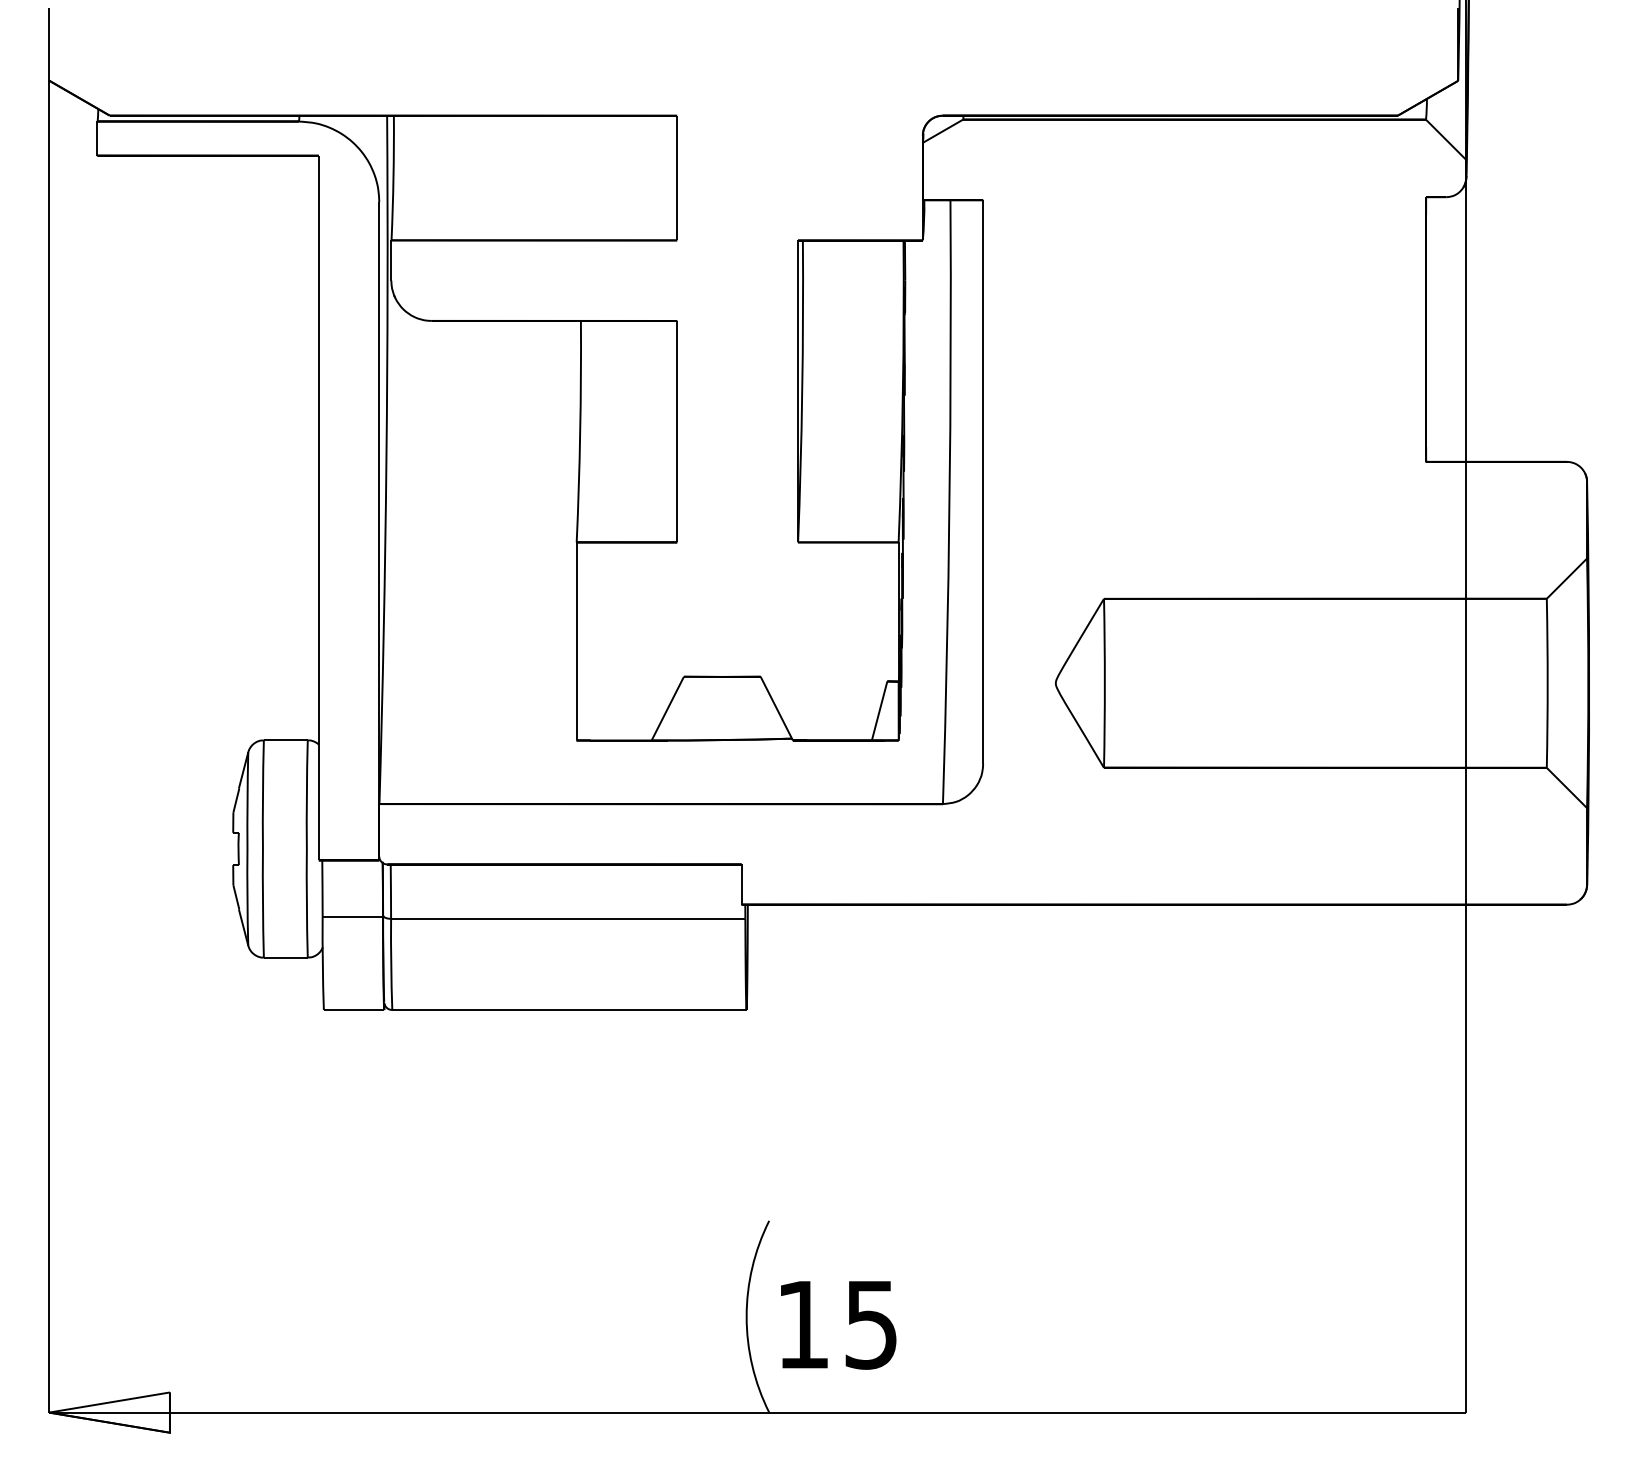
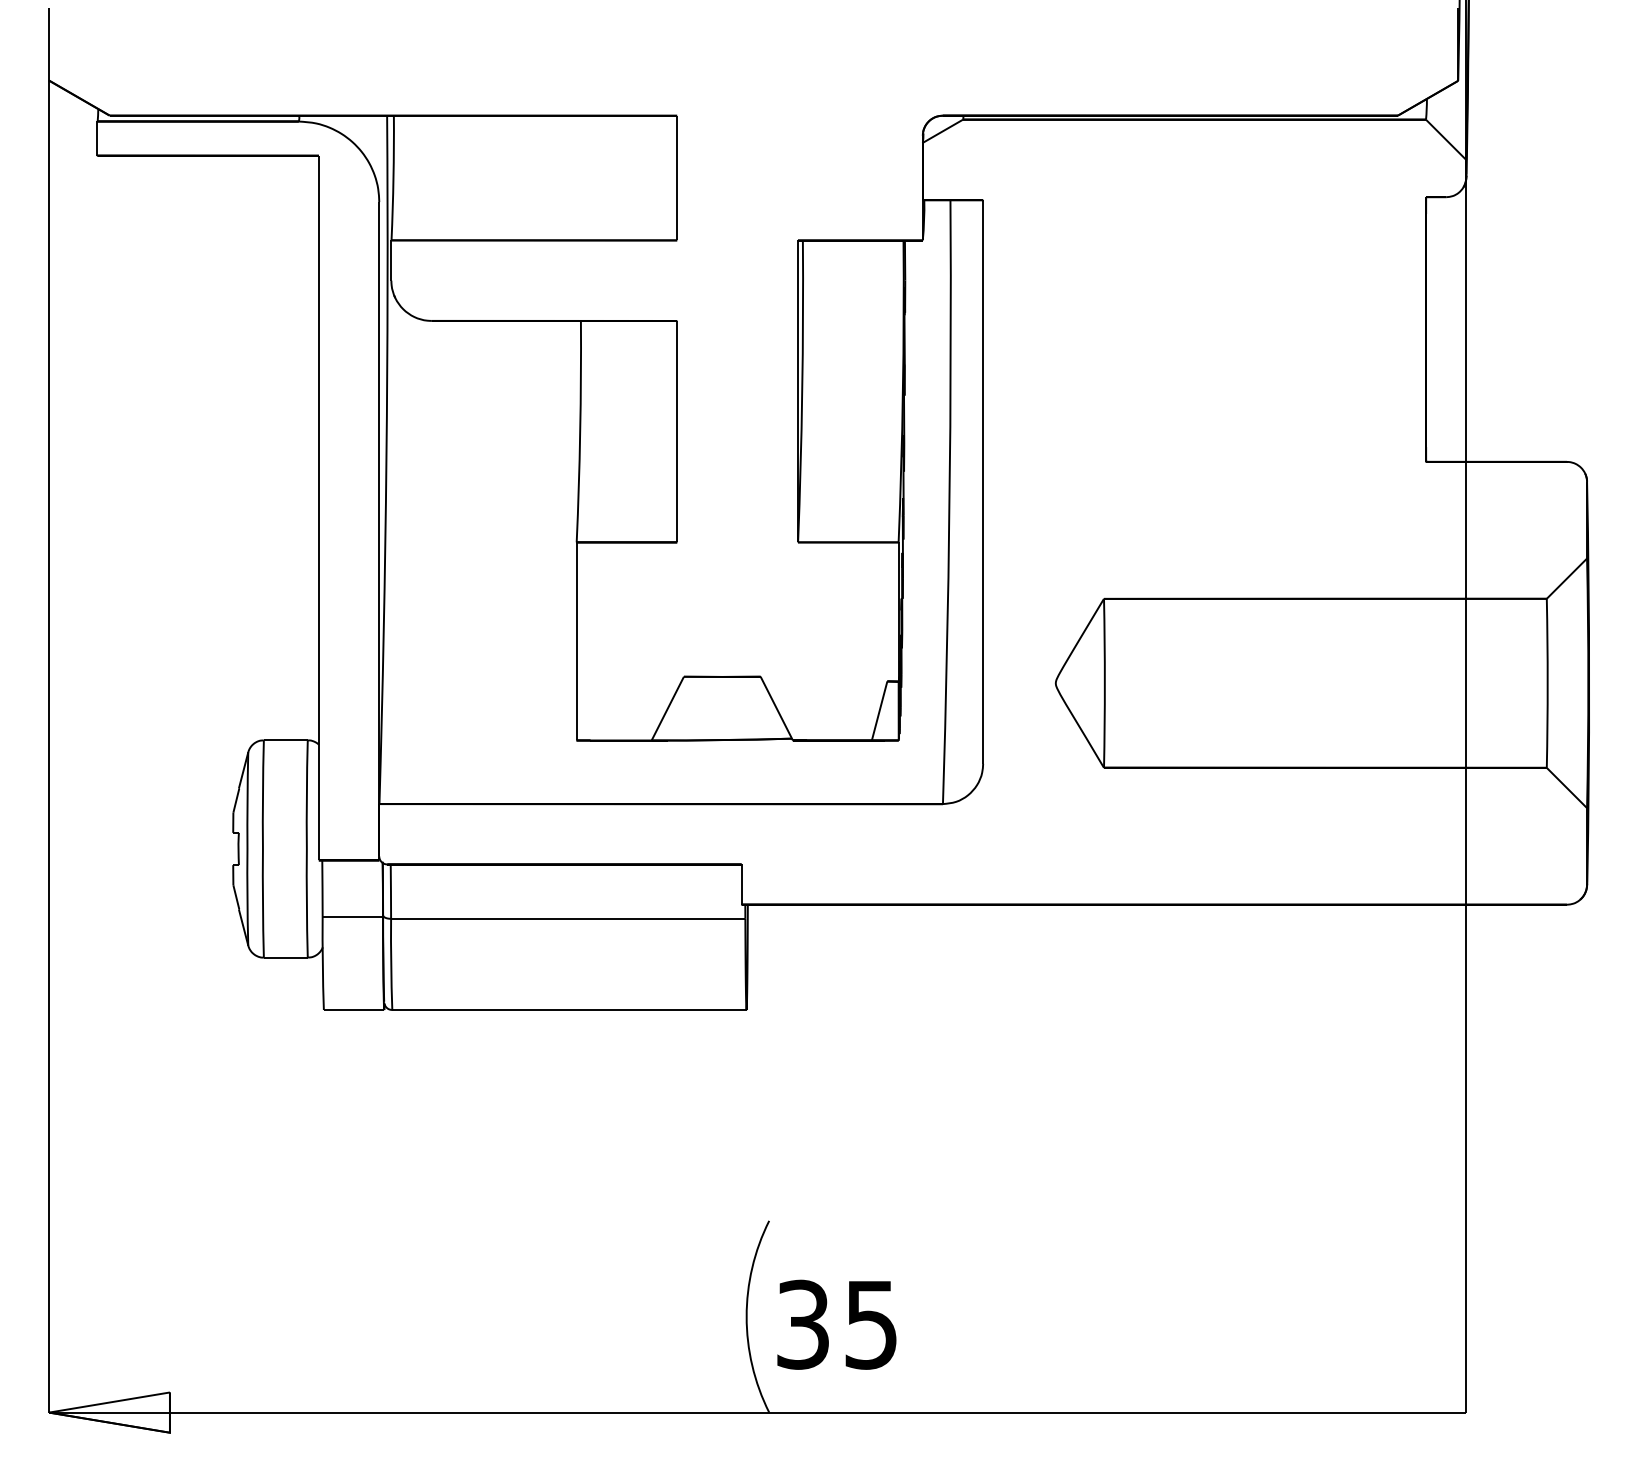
text at (802, 1324): 15 -> 35
